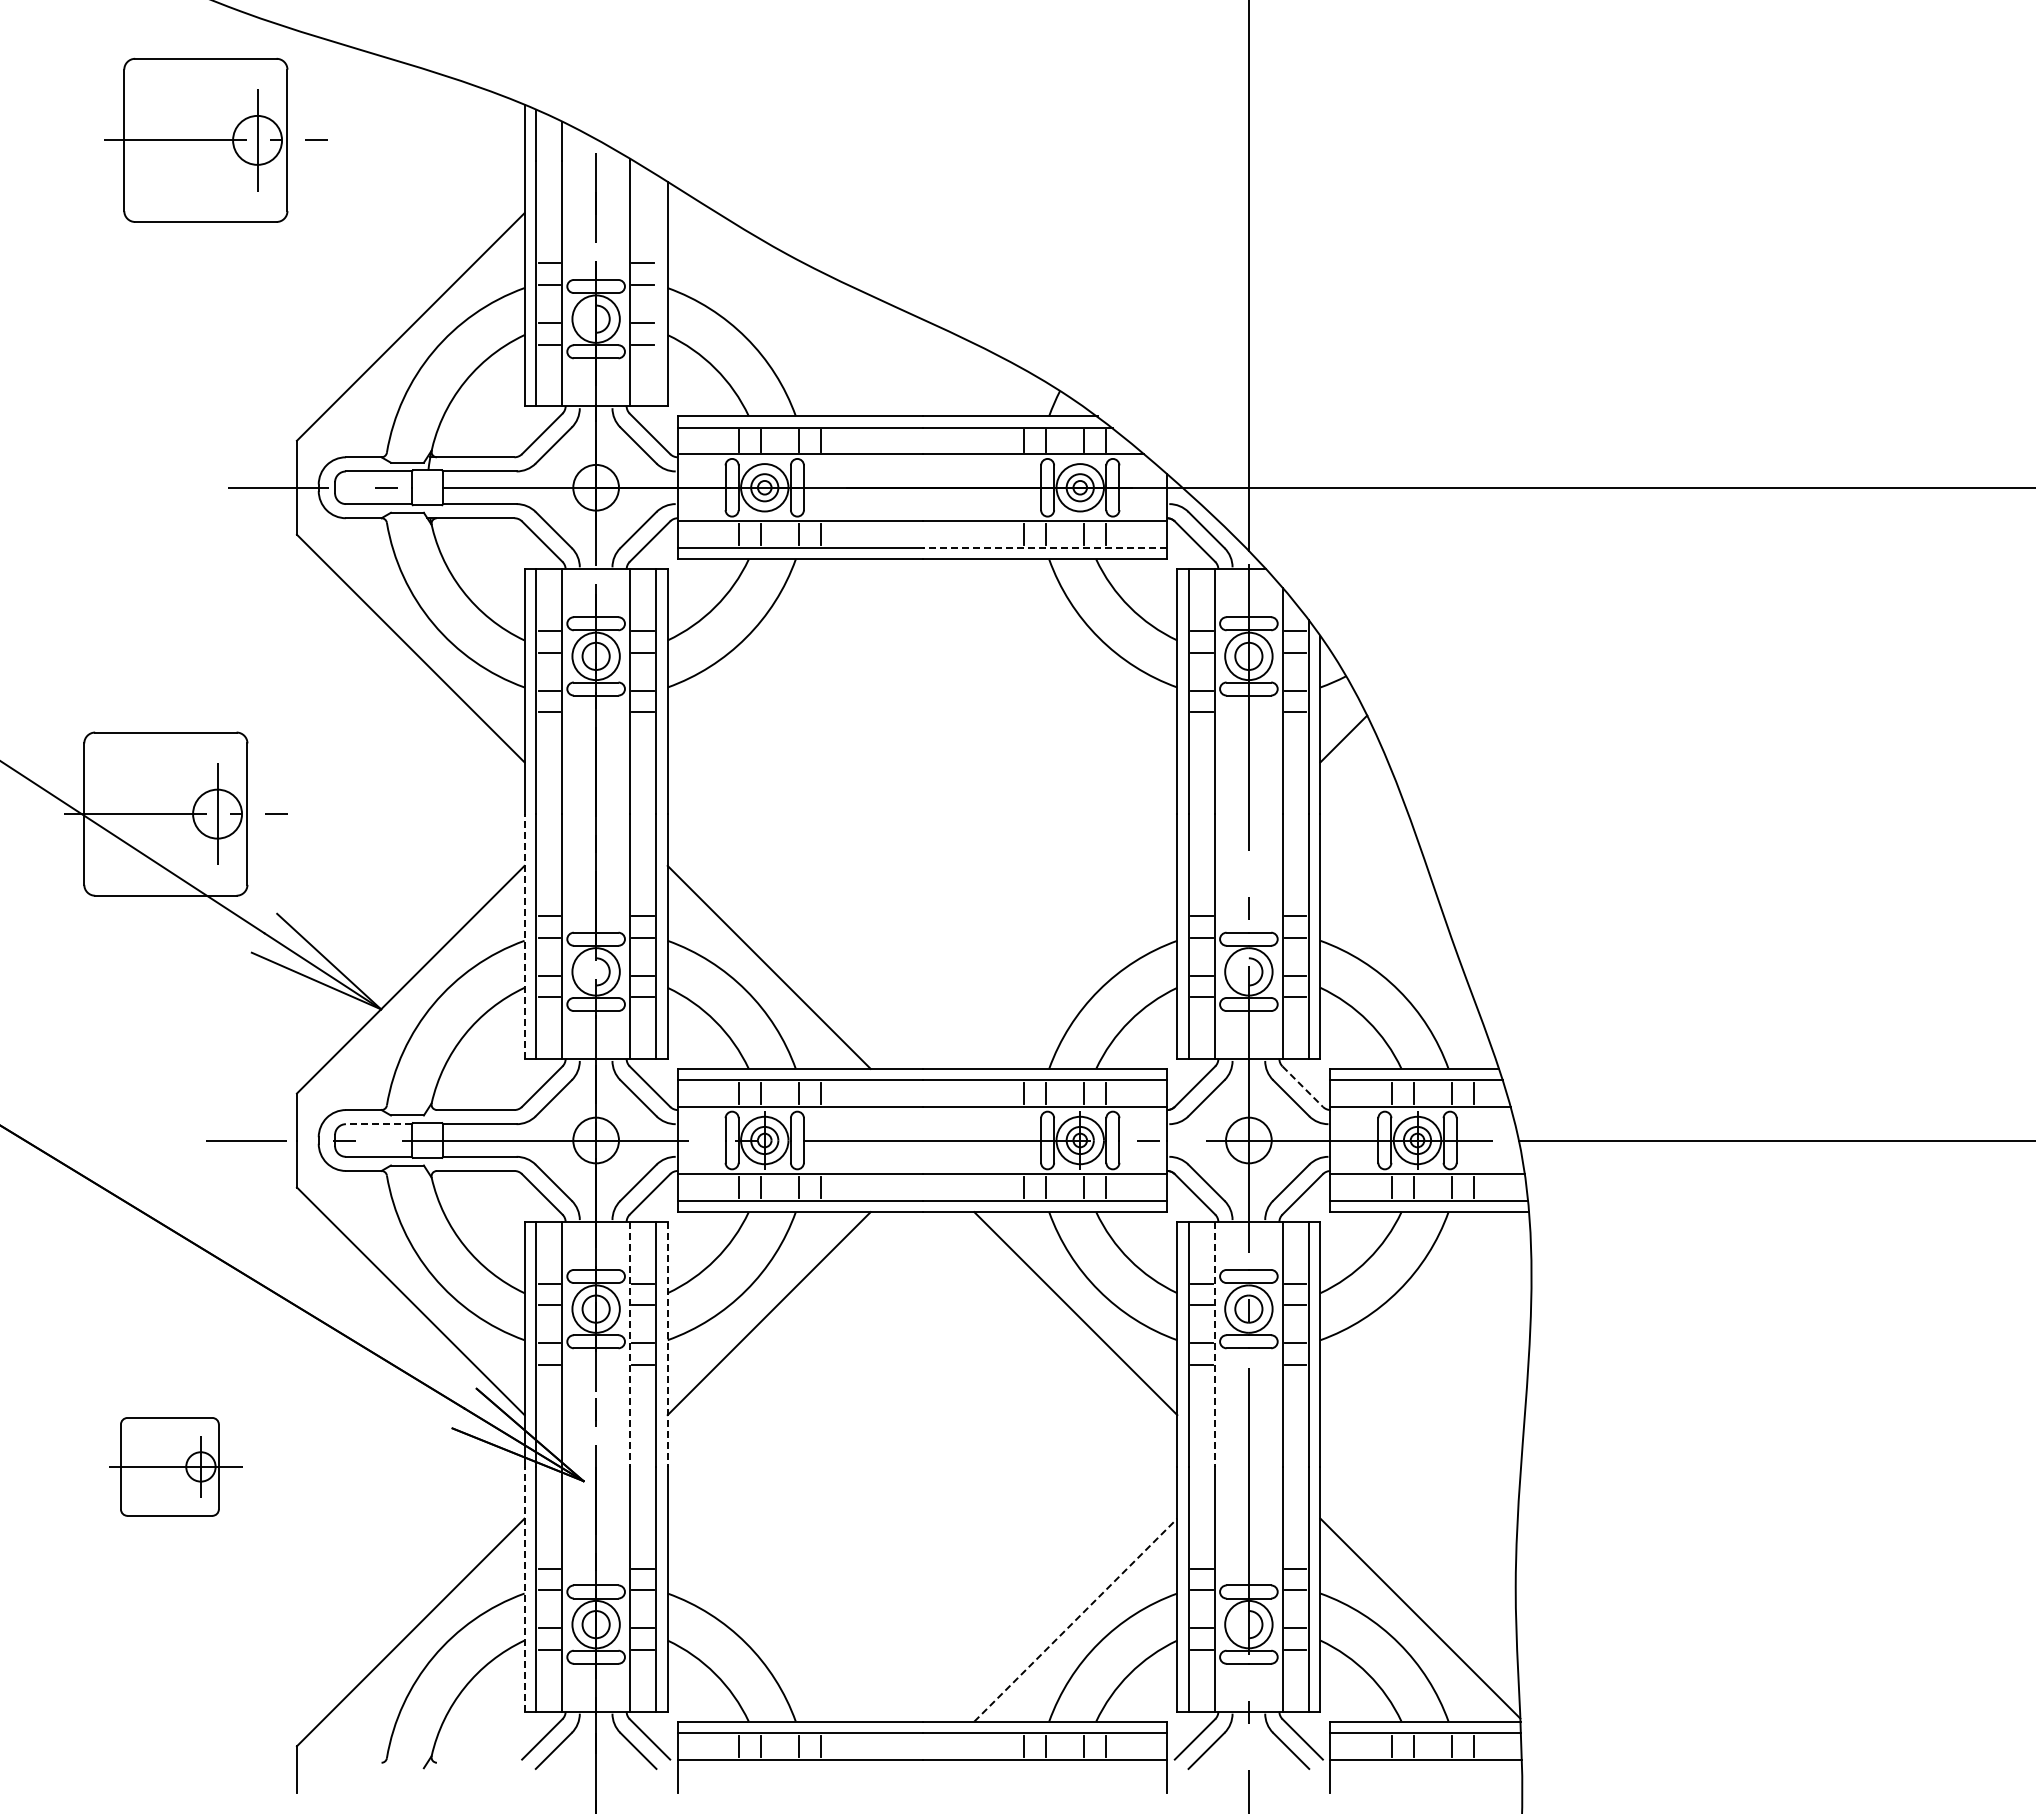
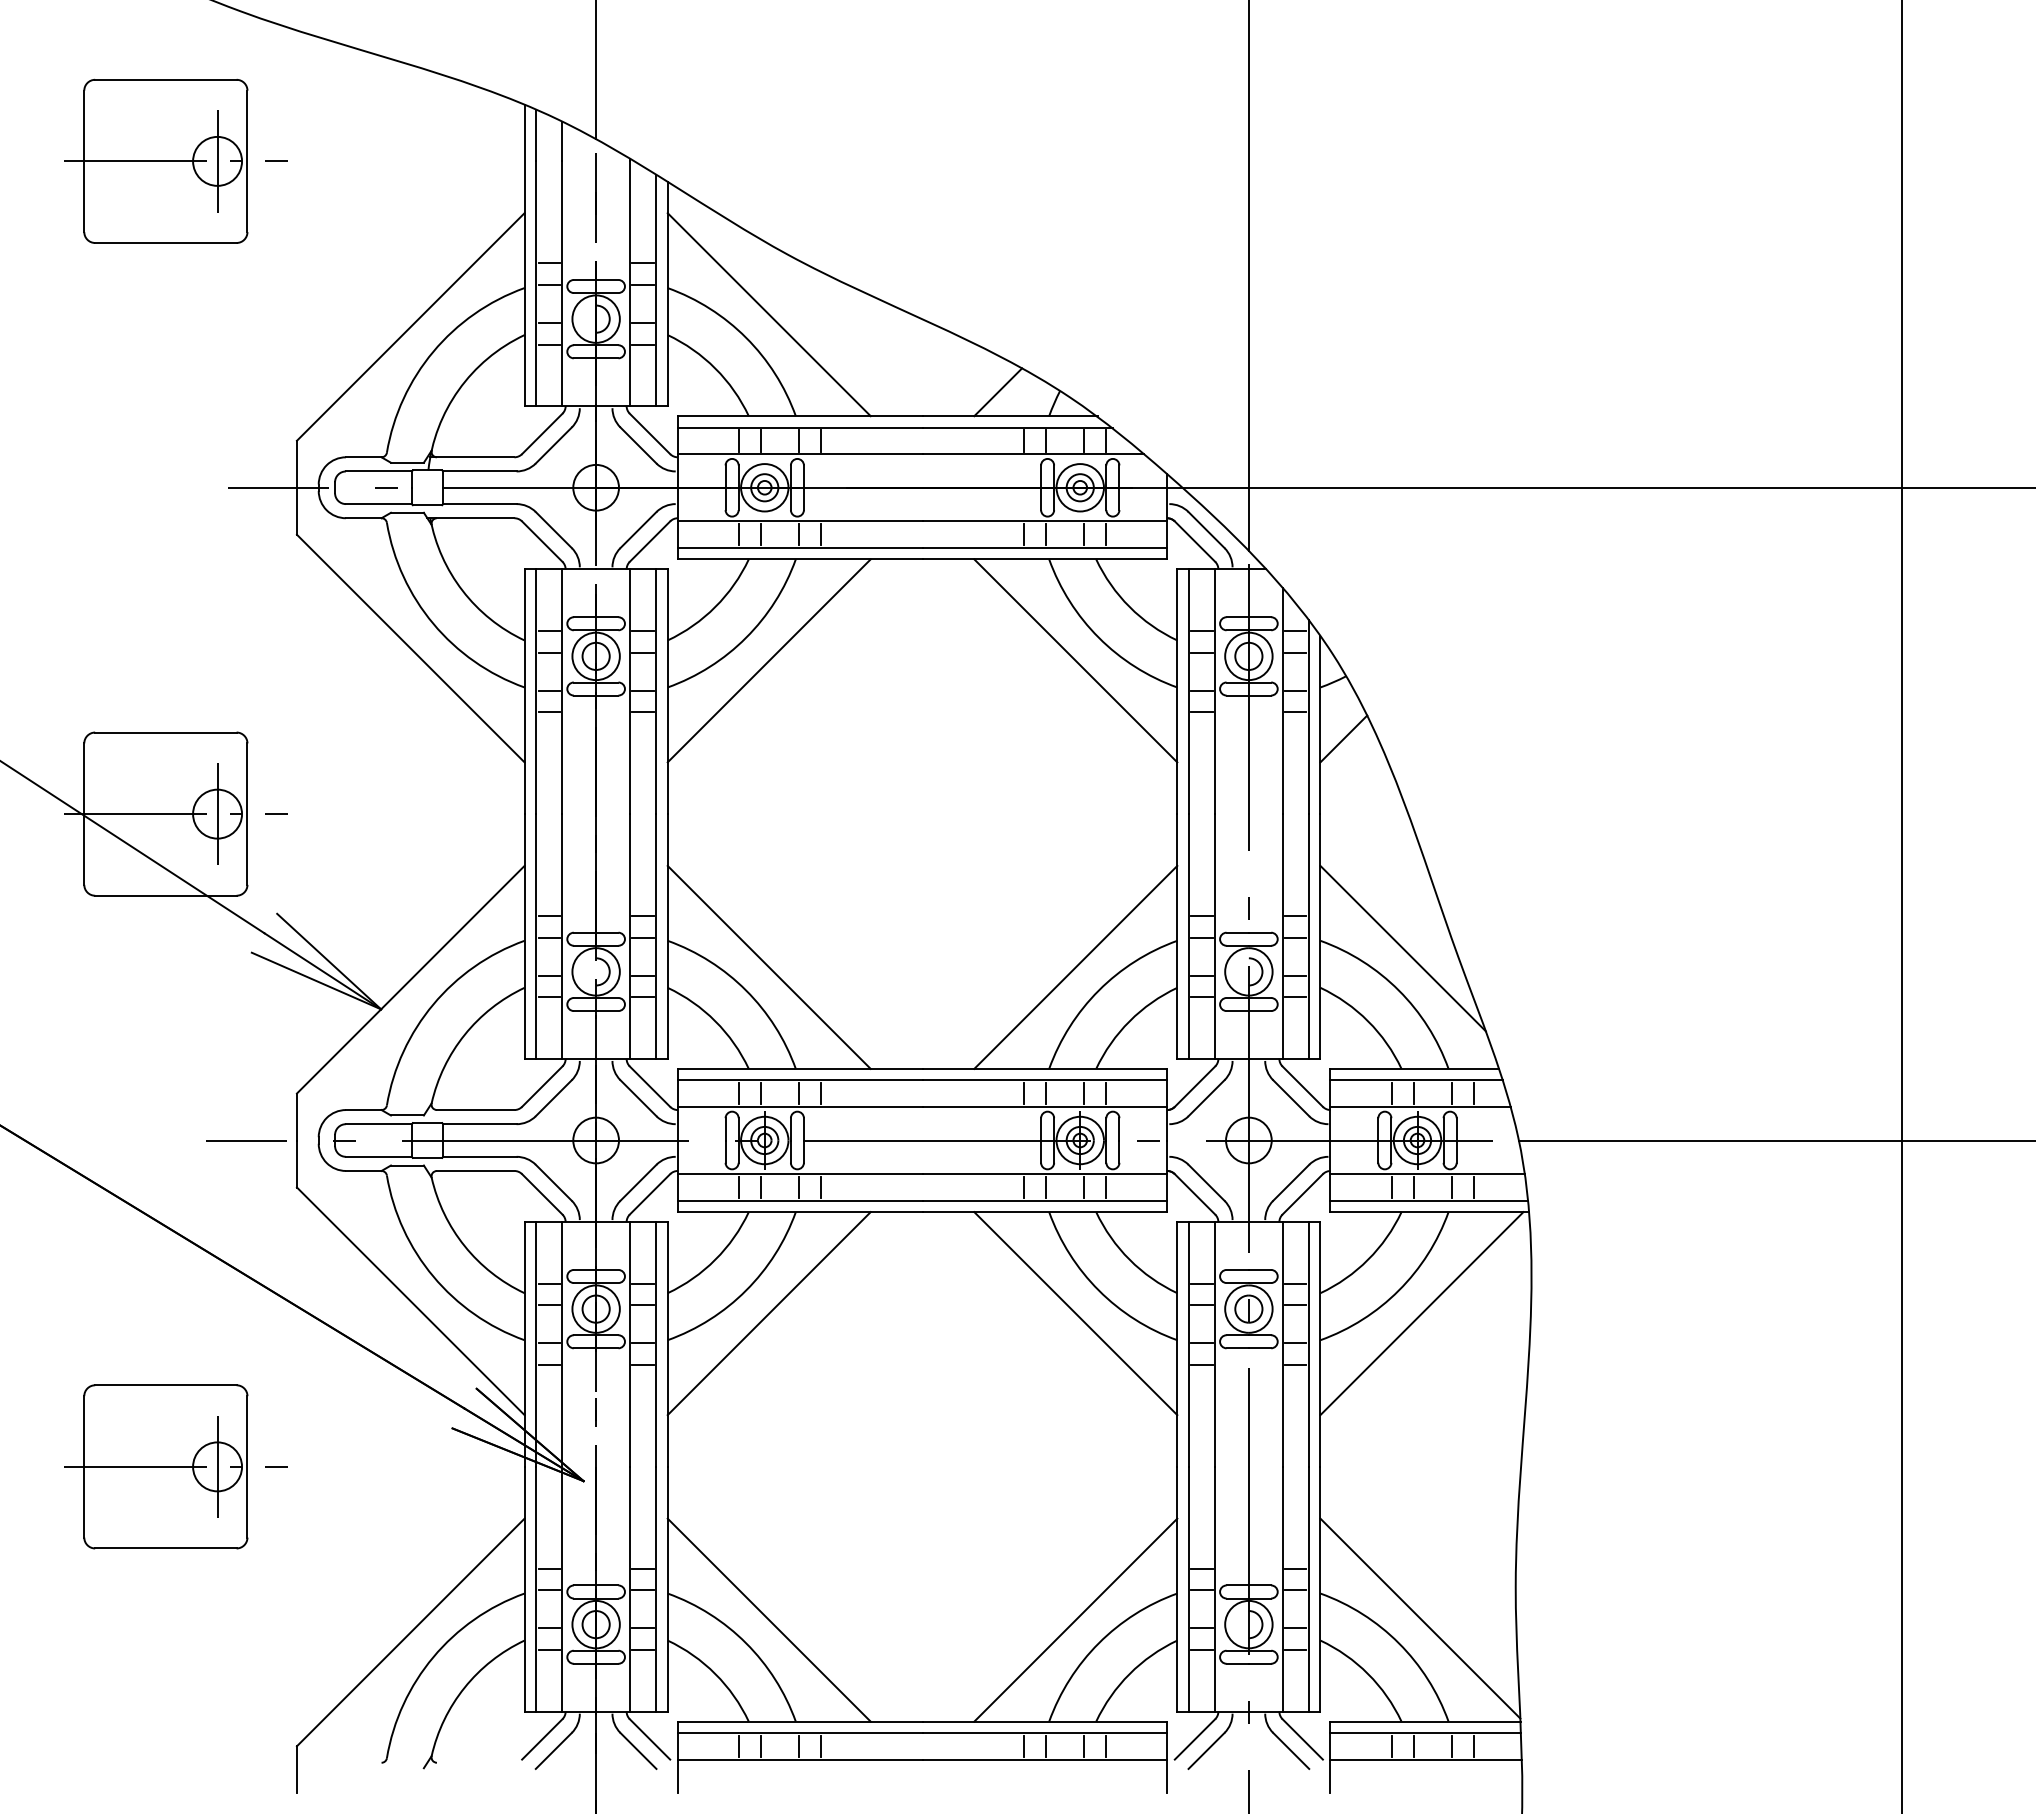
line at (596, 70): none -> present
part at (215, 139) position: (215, 139) -> (175, 160)
line at (656, 290): none -> present
line at (768, 314): none -> present
line at (998, 392): none -> present
line at (1044, 547): dashed -> solid
line at (768, 660): none -> present
line at (1075, 660): none -> present
line at (1901, 906): none -> present
line at (524, 936): dashed -> solid
line at (1402, 948): none -> present
line at (1075, 966): none -> present
line at (1302, 1086): dashed -> solid
line at (378, 1124): dashed -> solid
line at (1421, 1313): none -> present
line at (629, 1344): dashed -> solid
line at (667, 1344): dashed -> solid
line at (1215, 1344): dashed -> solid
part at (175, 1466) size: 134x100 px -> 224x166 px
line at (524, 1588): dashed -> solid
line at (768, 1619): none -> present
line at (1075, 1620): dashed -> solid
